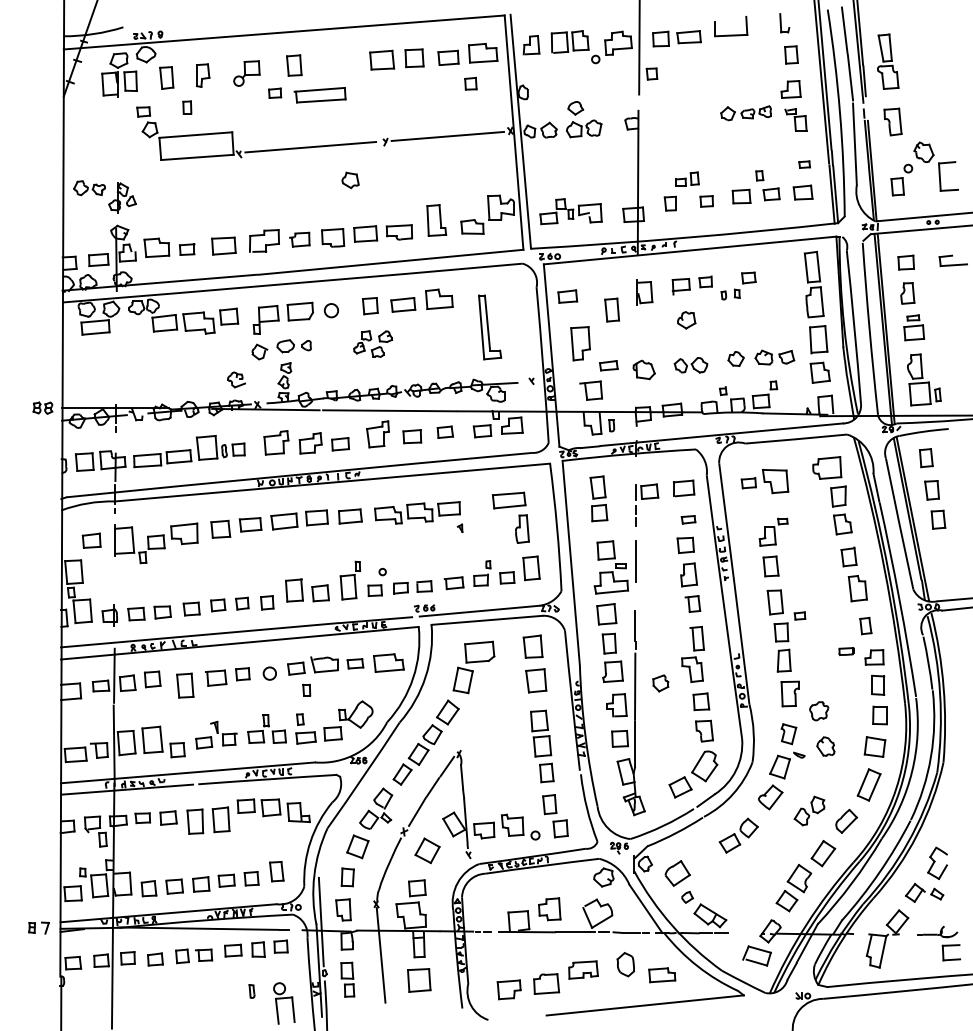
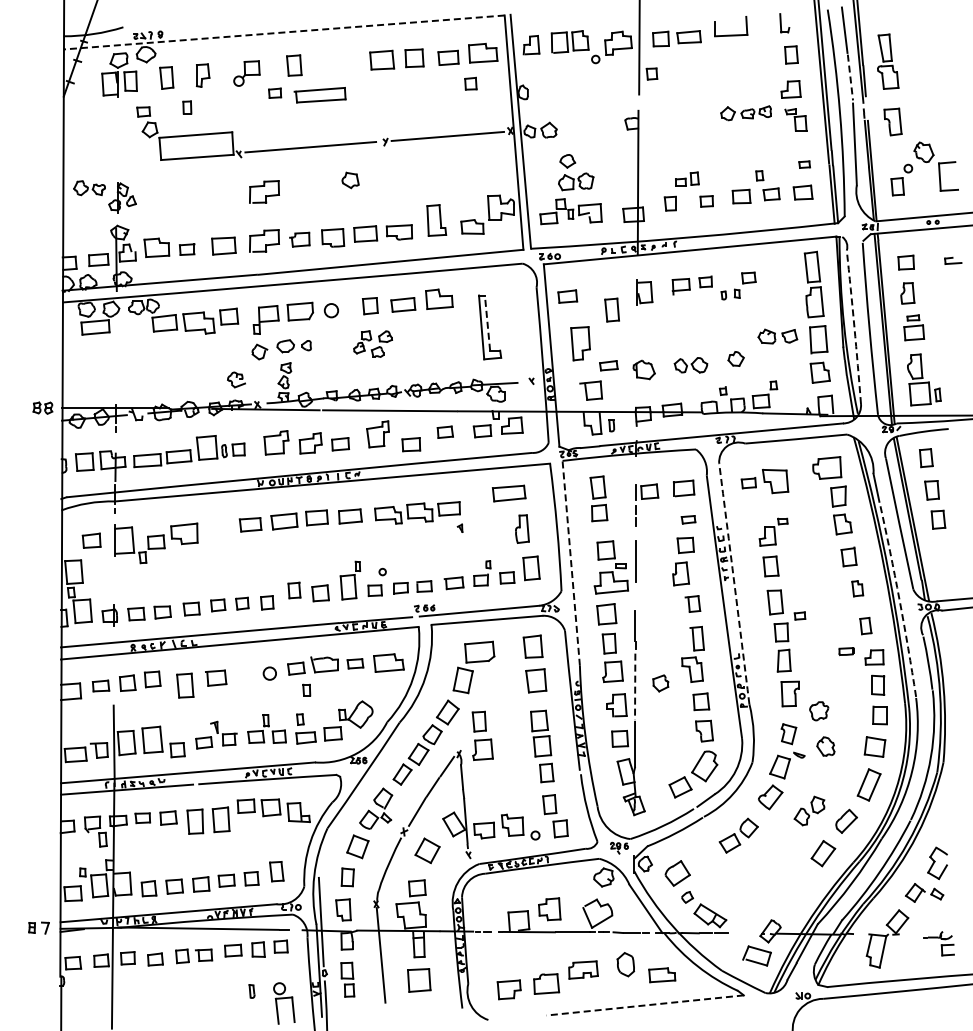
line at (283, 32): solid -> dashed
line at (850, 78): solid -> dashed
part at (584, 119) position: (584, 119) -> (576, 172)
part at (264, 191): none -> present
part at (952, 260) size: 30x14 px -> 19x9 px
part at (686, 320): present -> none
line at (487, 323): solid -> dashed
arc at (854, 327): solid -> dashed
part at (774, 357) position: (774, 357) -> (777, 336)
part at (412, 436) position: (412, 436) -> (411, 444)
part at (508, 500) position: (508, 500) -> (508, 493)
part at (220, 528): present -> none
line at (571, 563): solid -> dashed
part at (688, 574) position: (688, 574) -> (680, 573)
arc at (734, 583): solid -> dashed
part at (857, 588) size: 21x28 px -> 14x18 px
part at (294, 590) size: 19x25 px -> 15x19 px
arc at (899, 599): solid -> dashed
part at (242, 674): present -> none
line at (114, 675): present -> none
line at (635, 687): solid -> dashed
part at (482, 735): none -> present
part at (793, 887): present -> none
part at (939, 943) size: 45x36 px -> 32x26 px
line at (644, 1005): solid -> dashed
